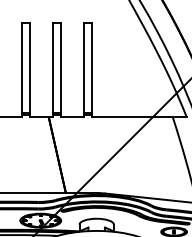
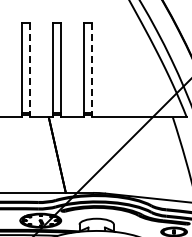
line at (30, 70): solid -> dashed
line at (92, 70): solid -> dashed
